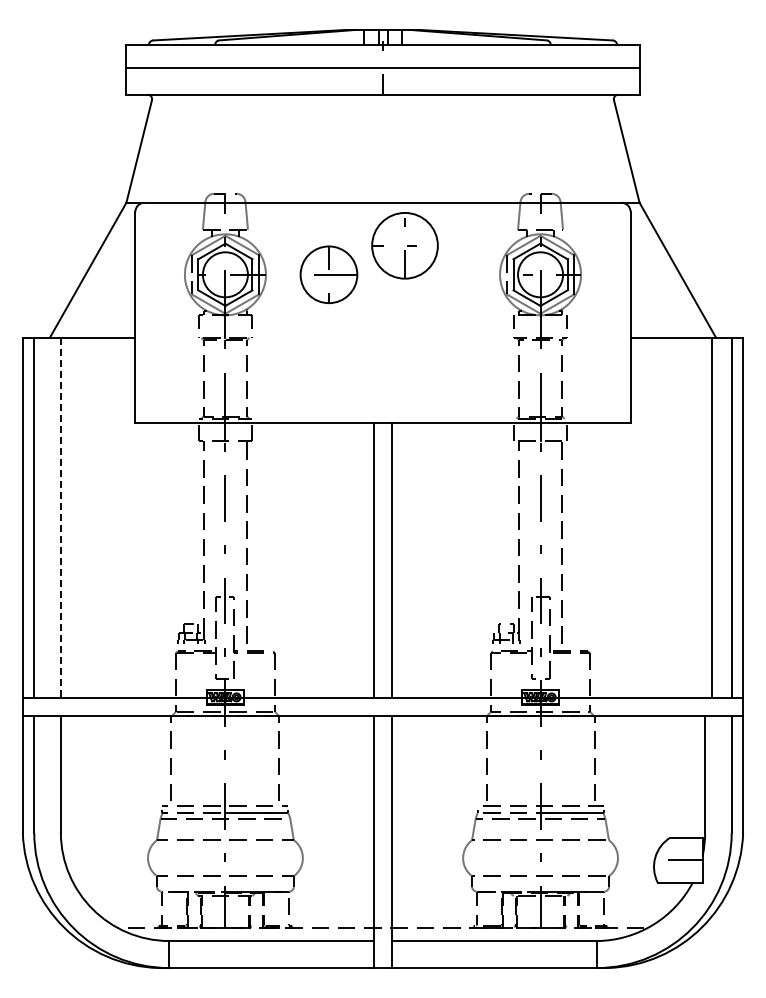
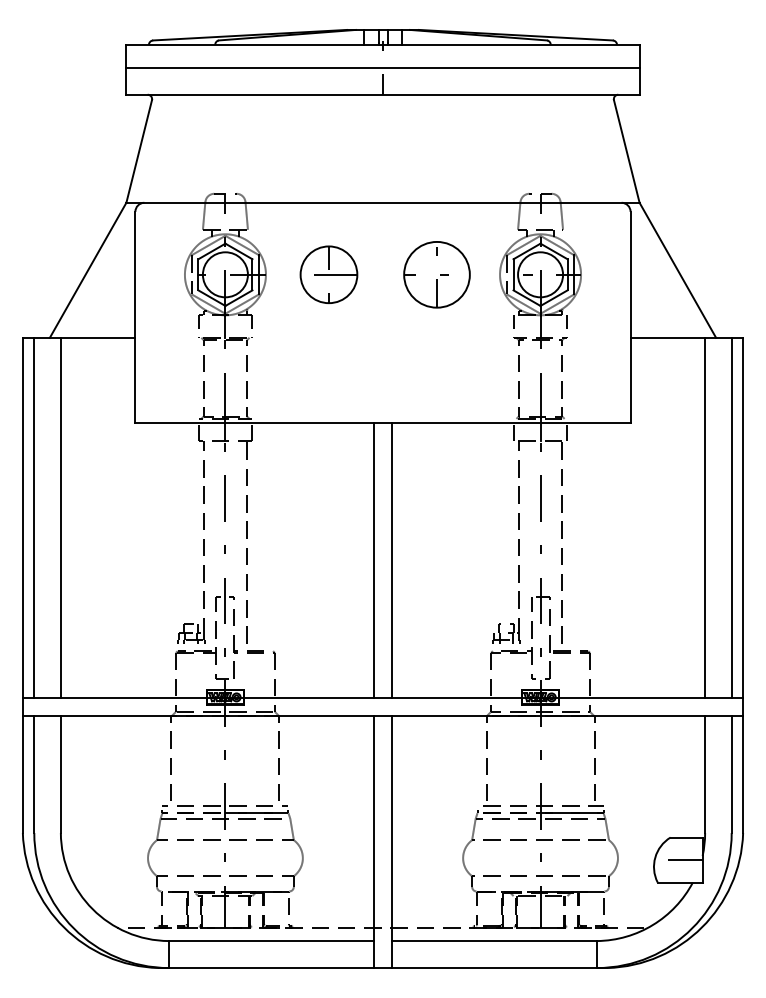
part at (404, 245) position: (404, 245) -> (436, 274)
line at (712, 517) position: (712, 517) -> (705, 517)
line at (60, 518): dashed -> solid
